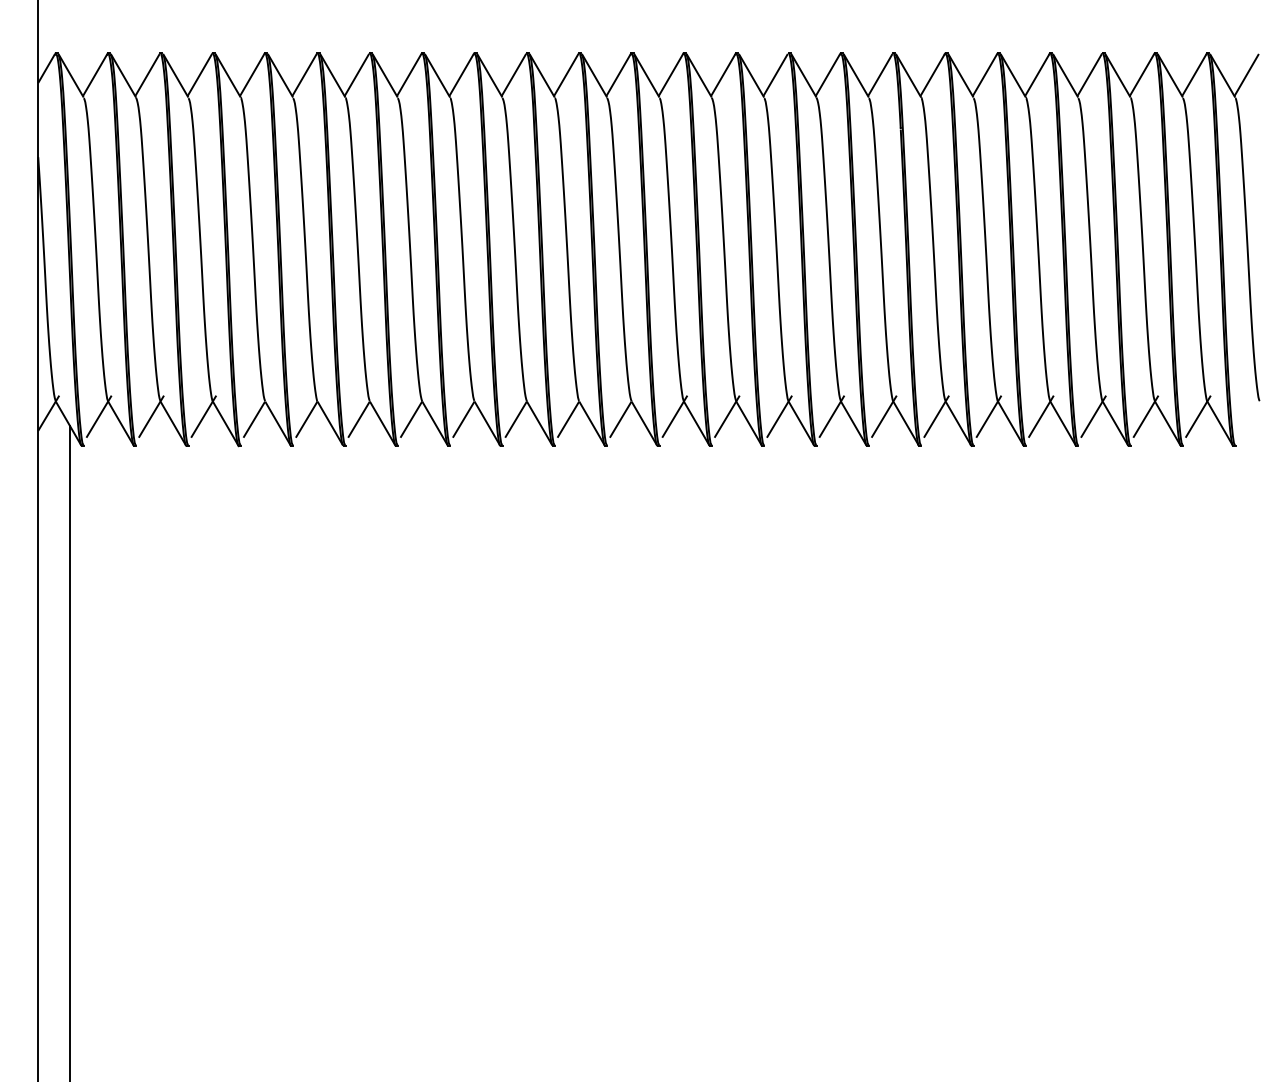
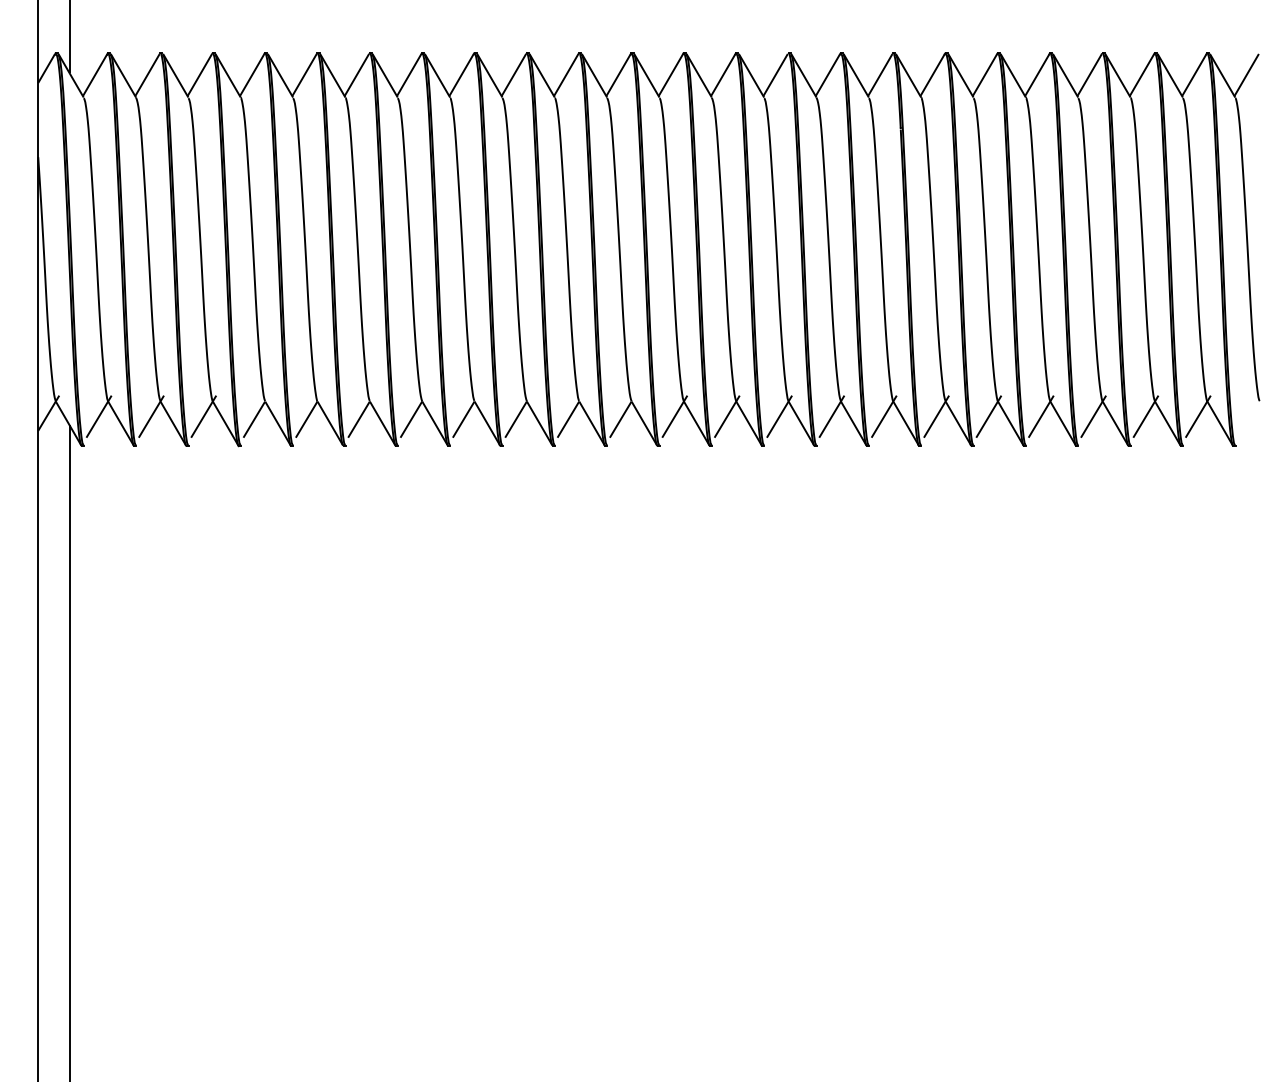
line at (69, 37): none -> present
